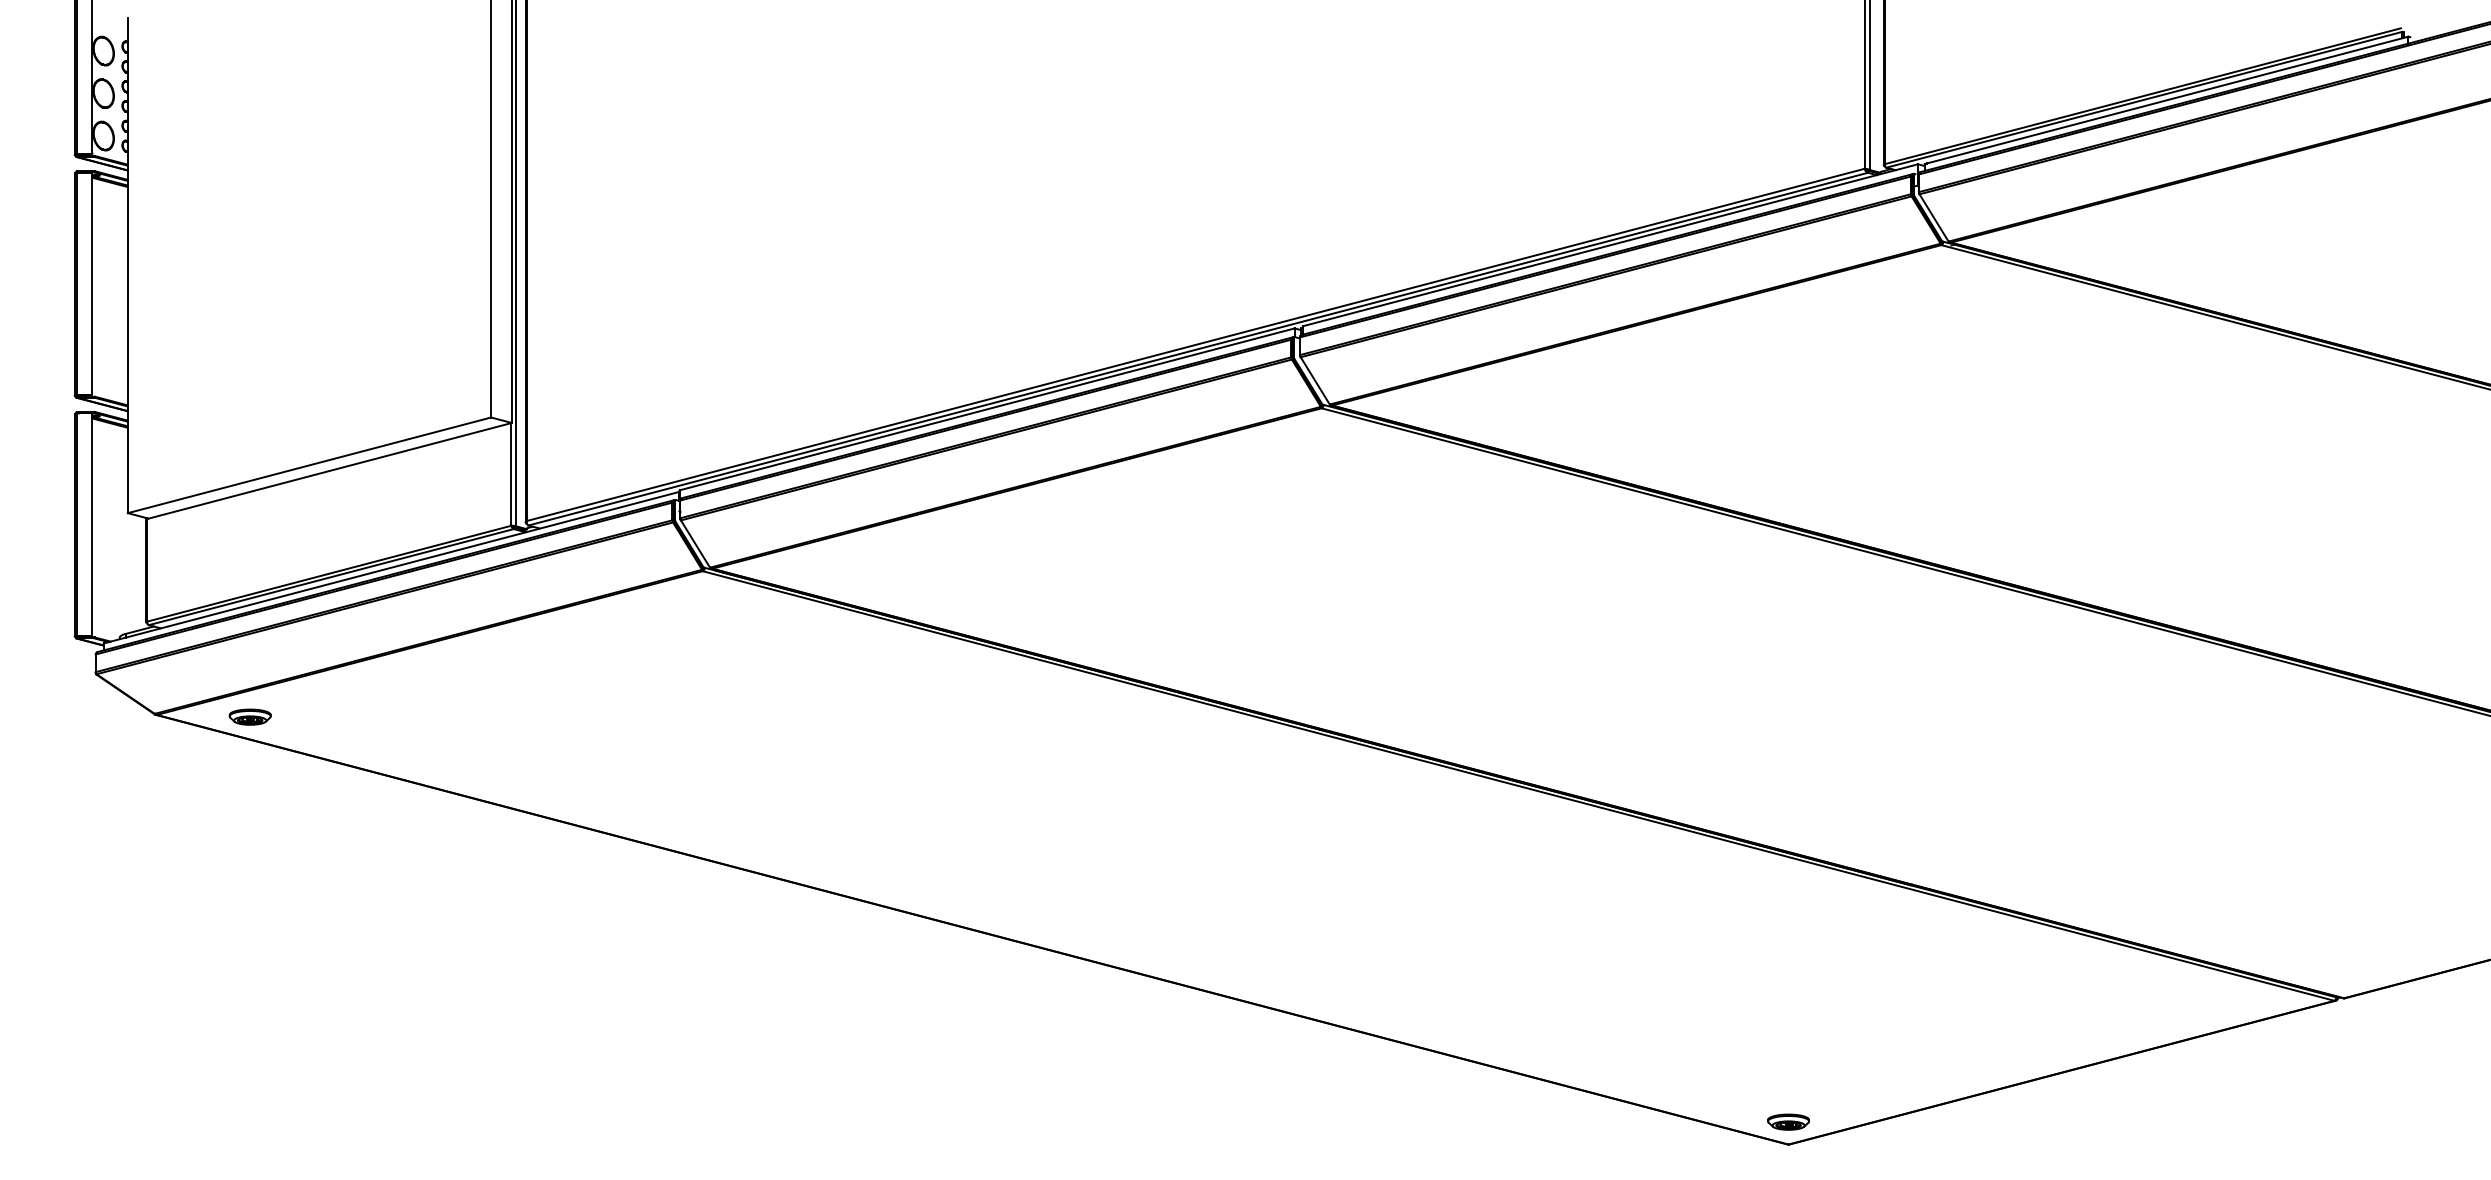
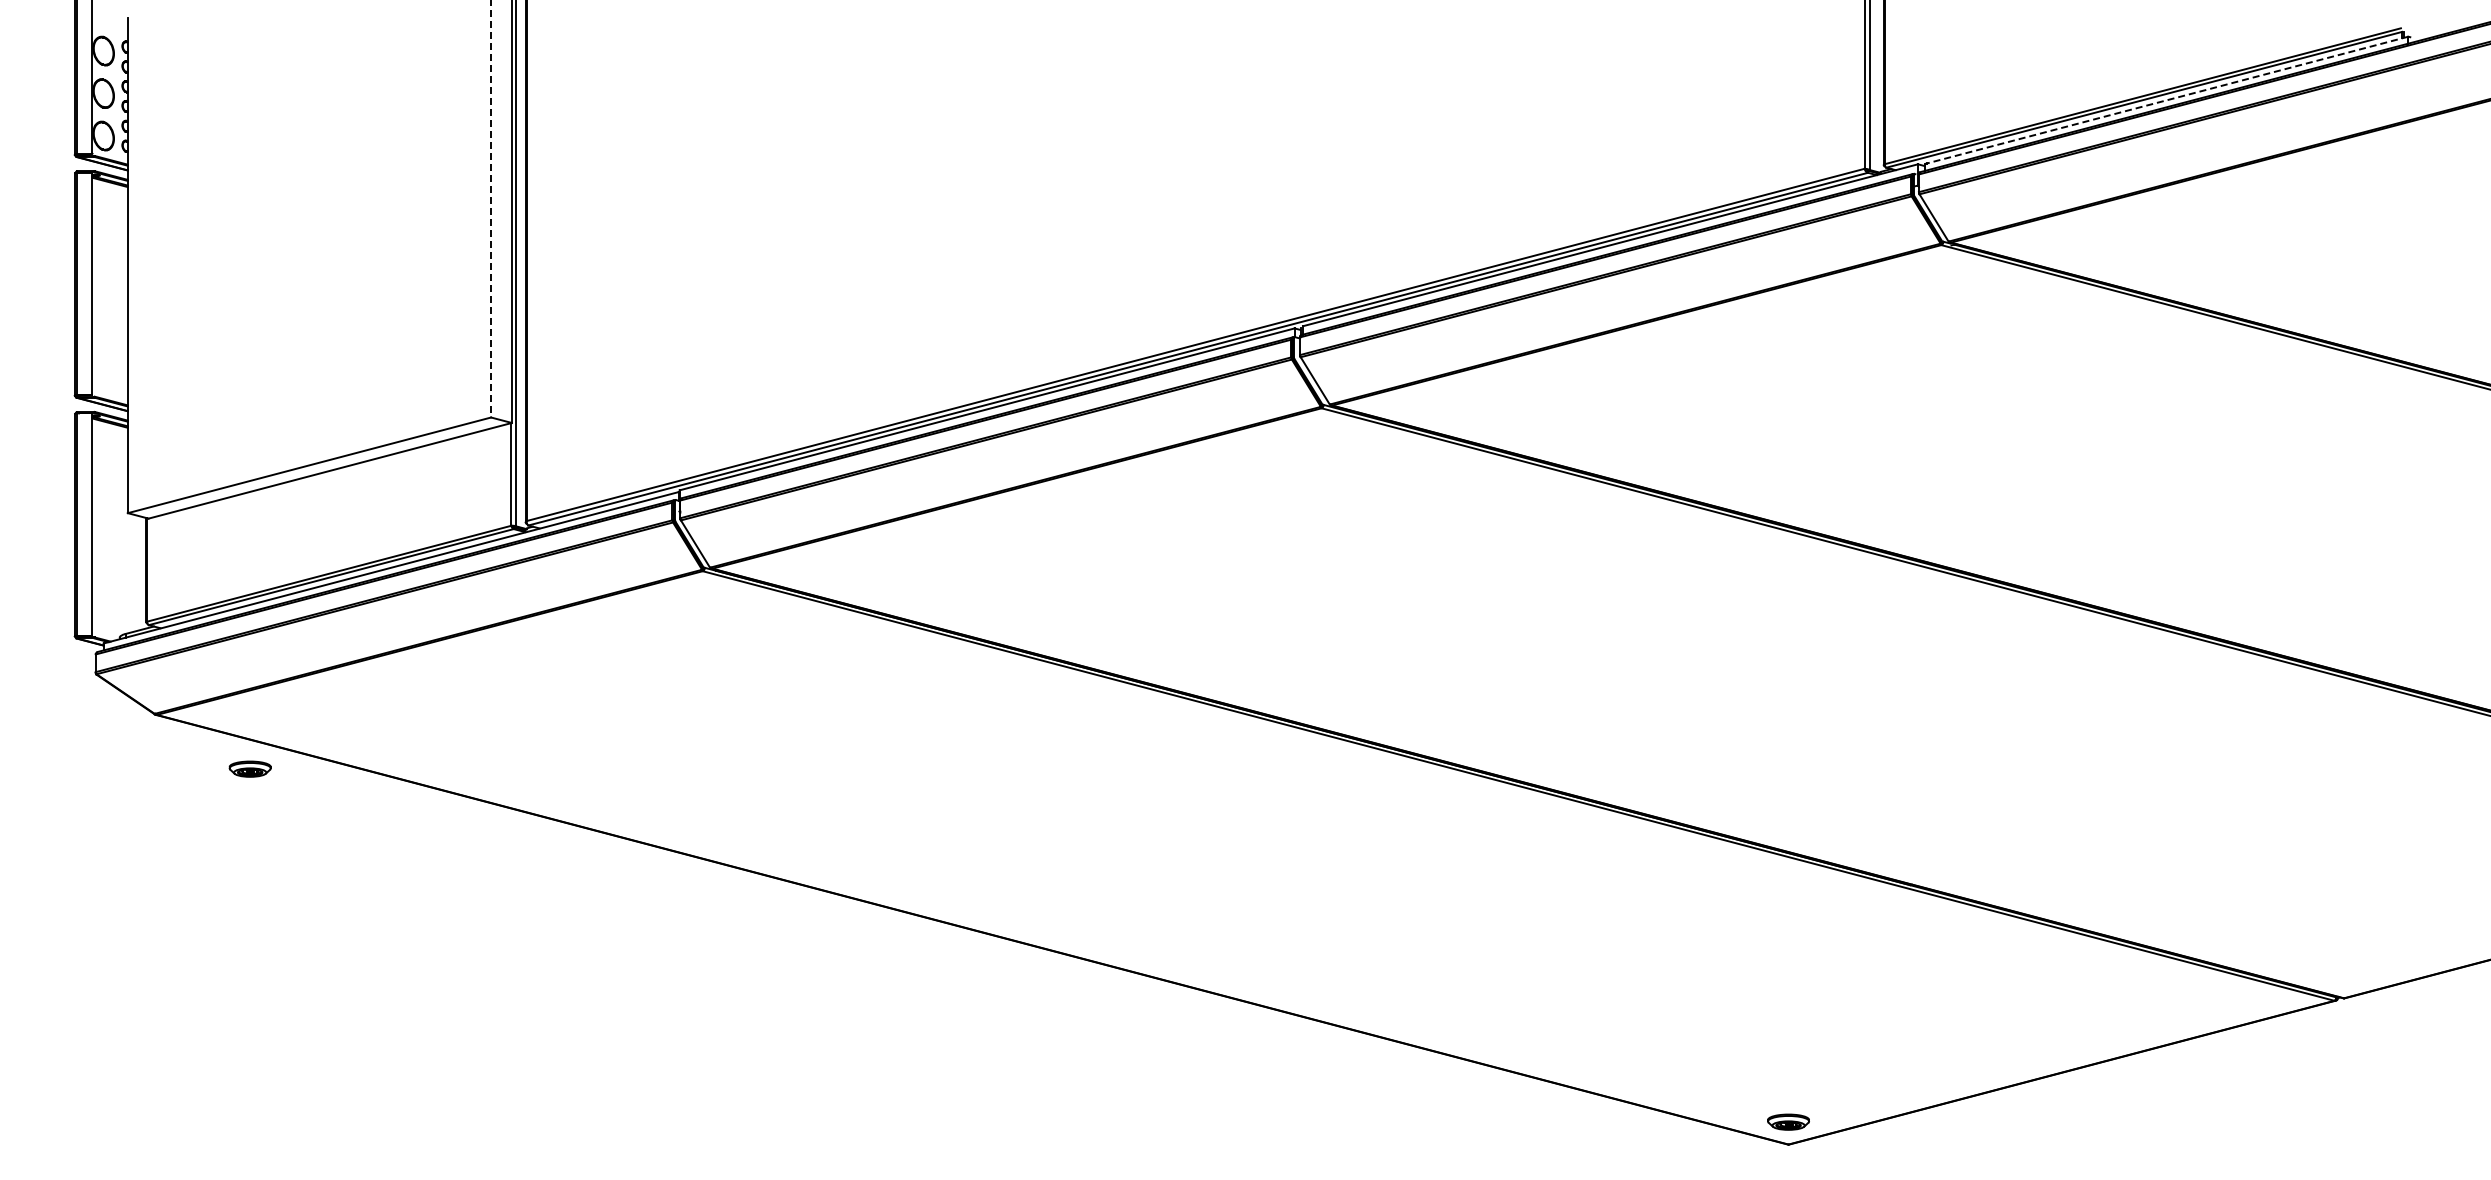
line at (2166, 100): solid -> dashed
line at (491, 209): solid -> dashed
part at (249, 716) position: (249, 716) -> (249, 768)
